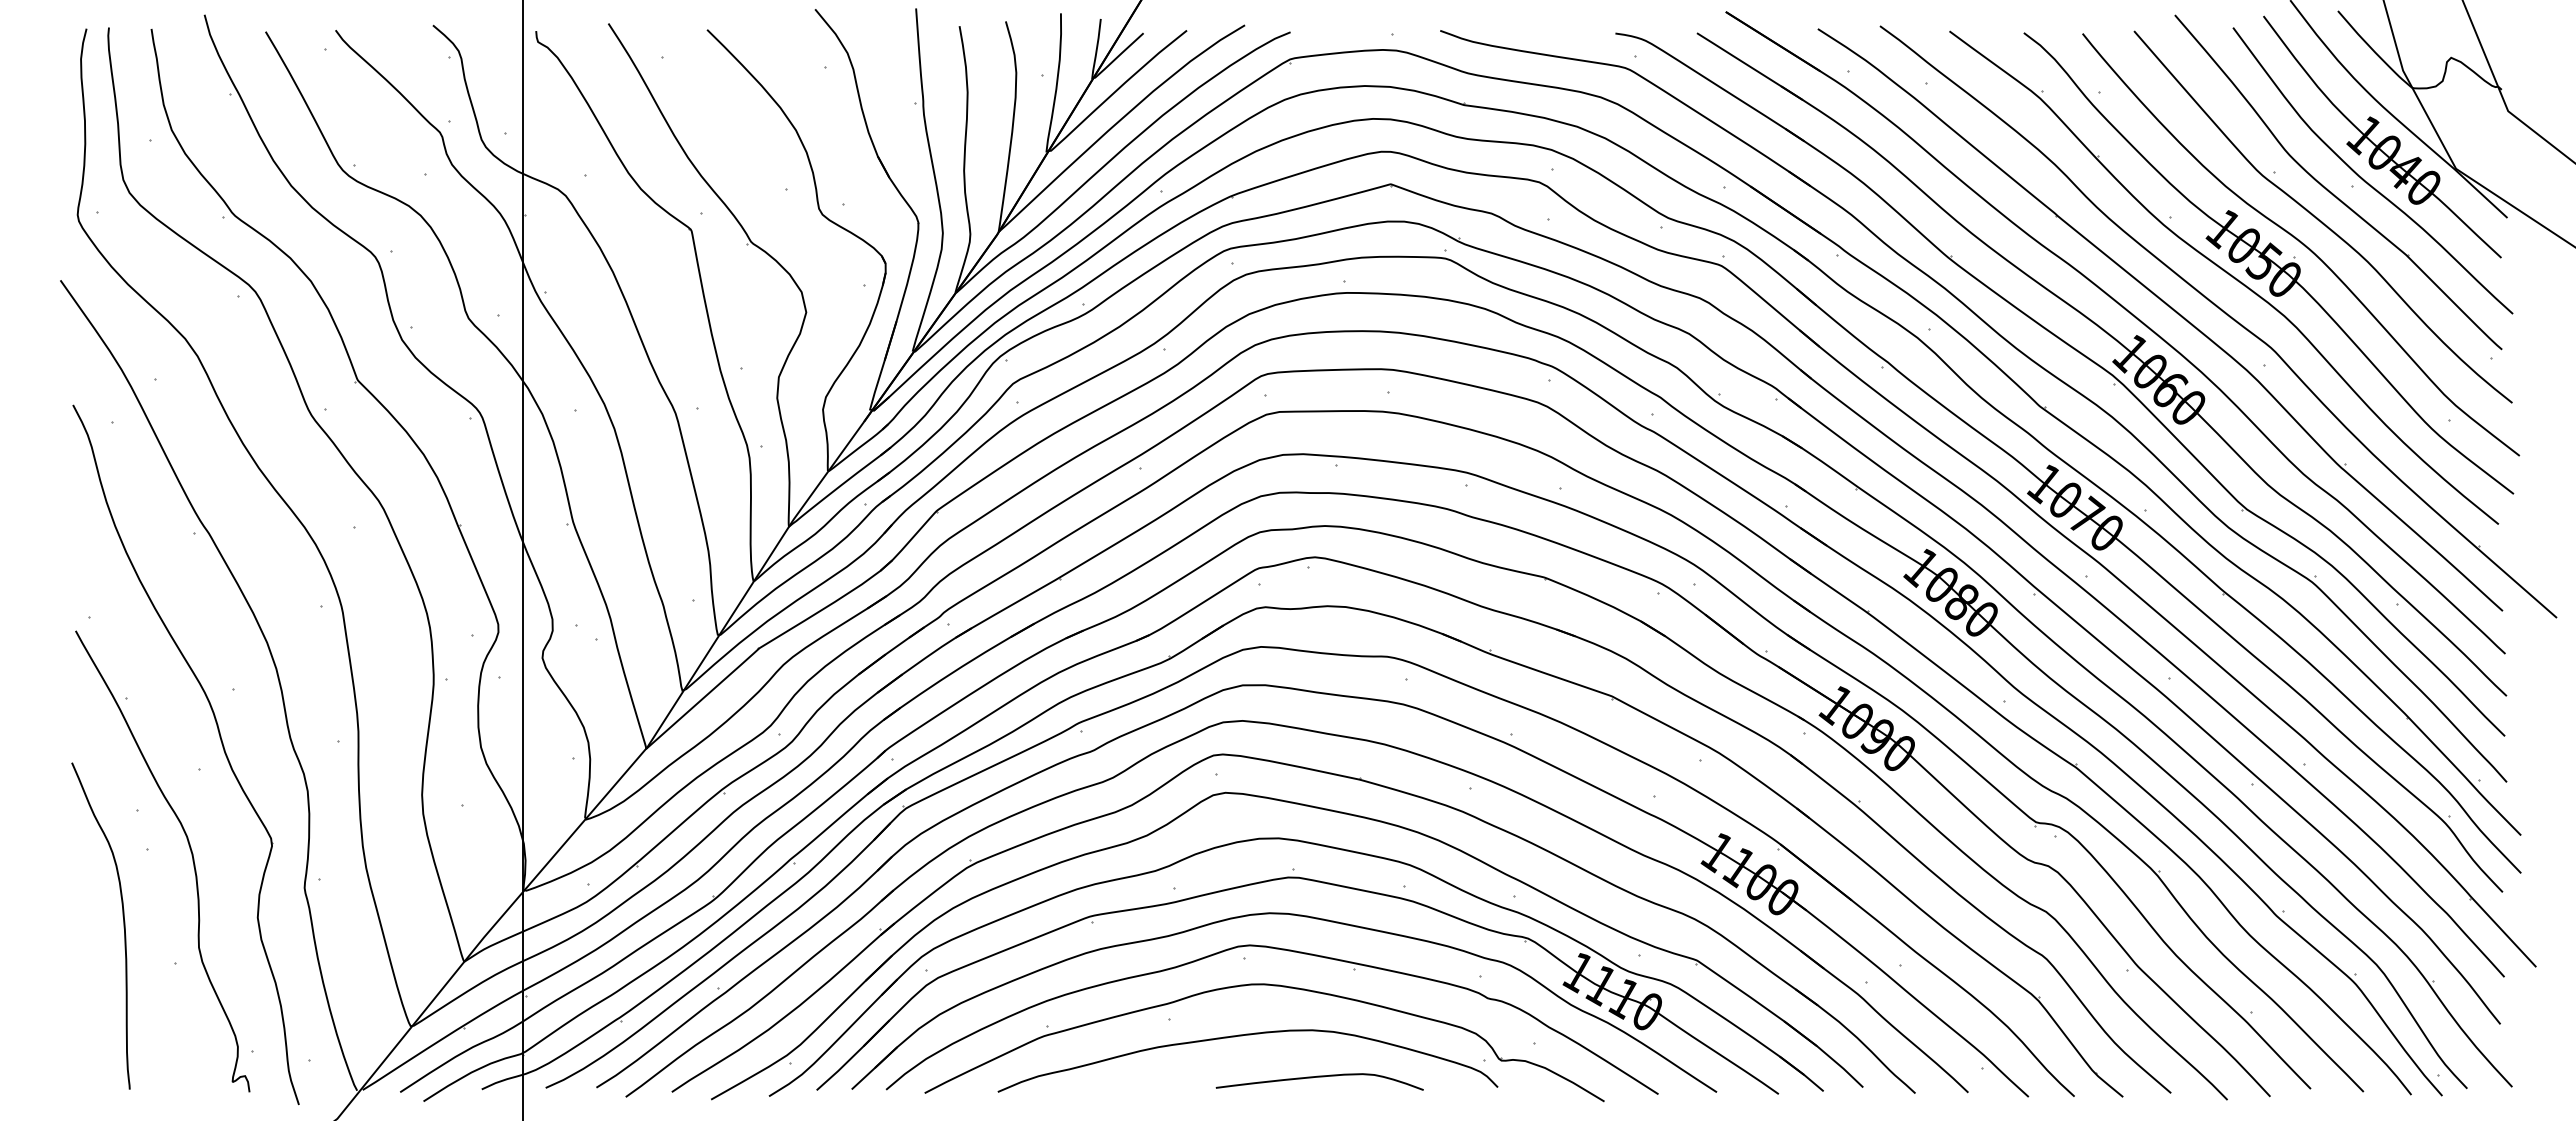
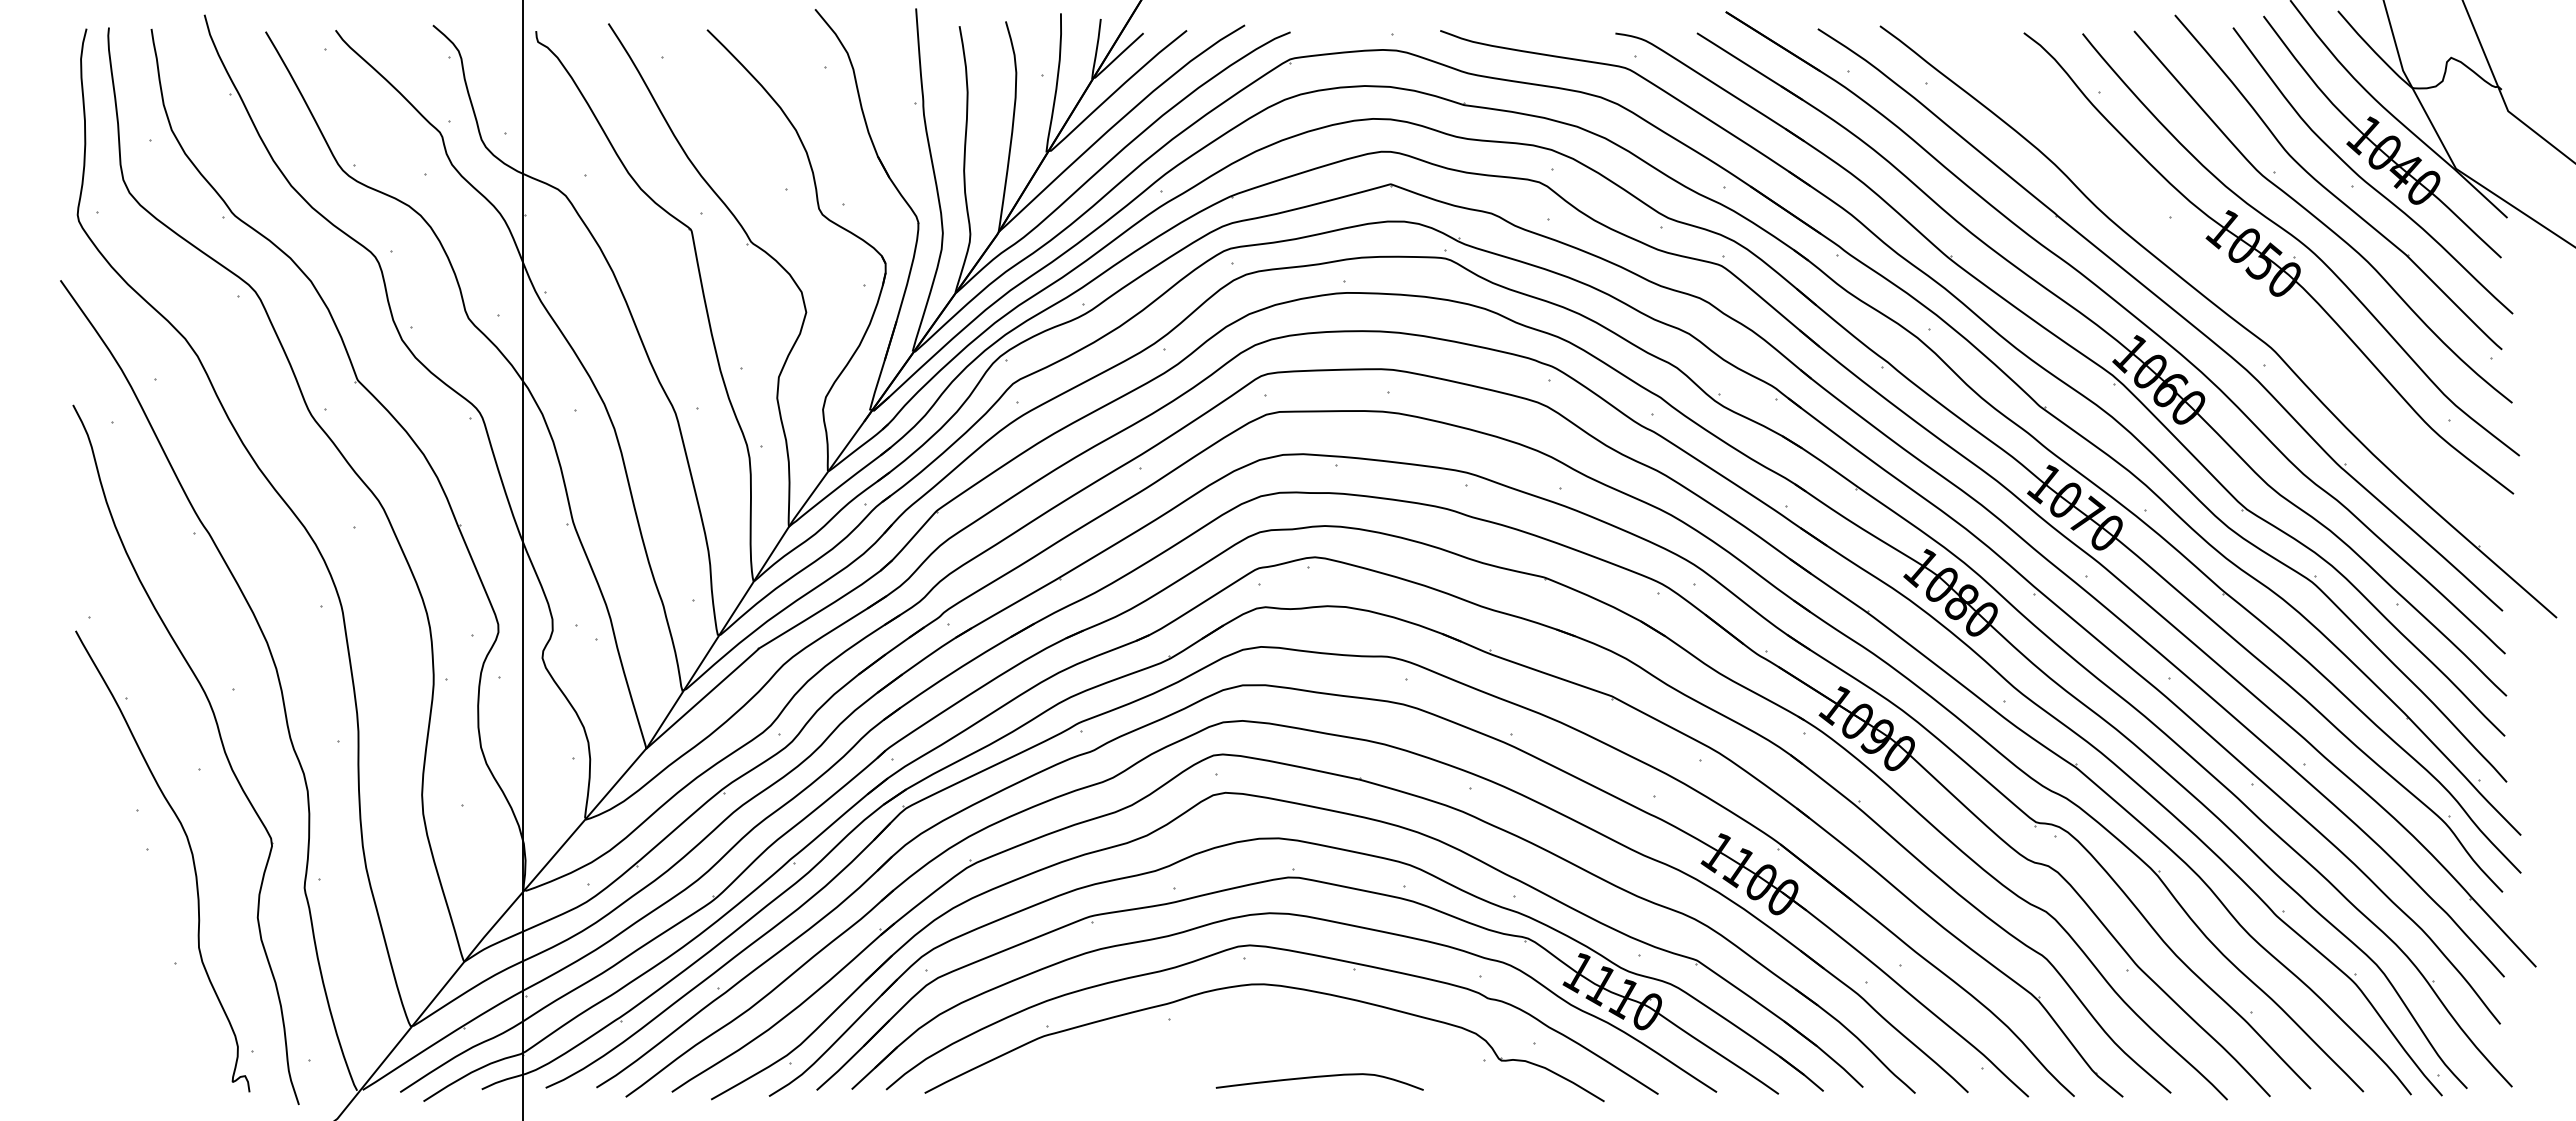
part at (2224, 277): present -> none
curve at (123, 925): present -> none
curve at (1242, 1036): present -> none
